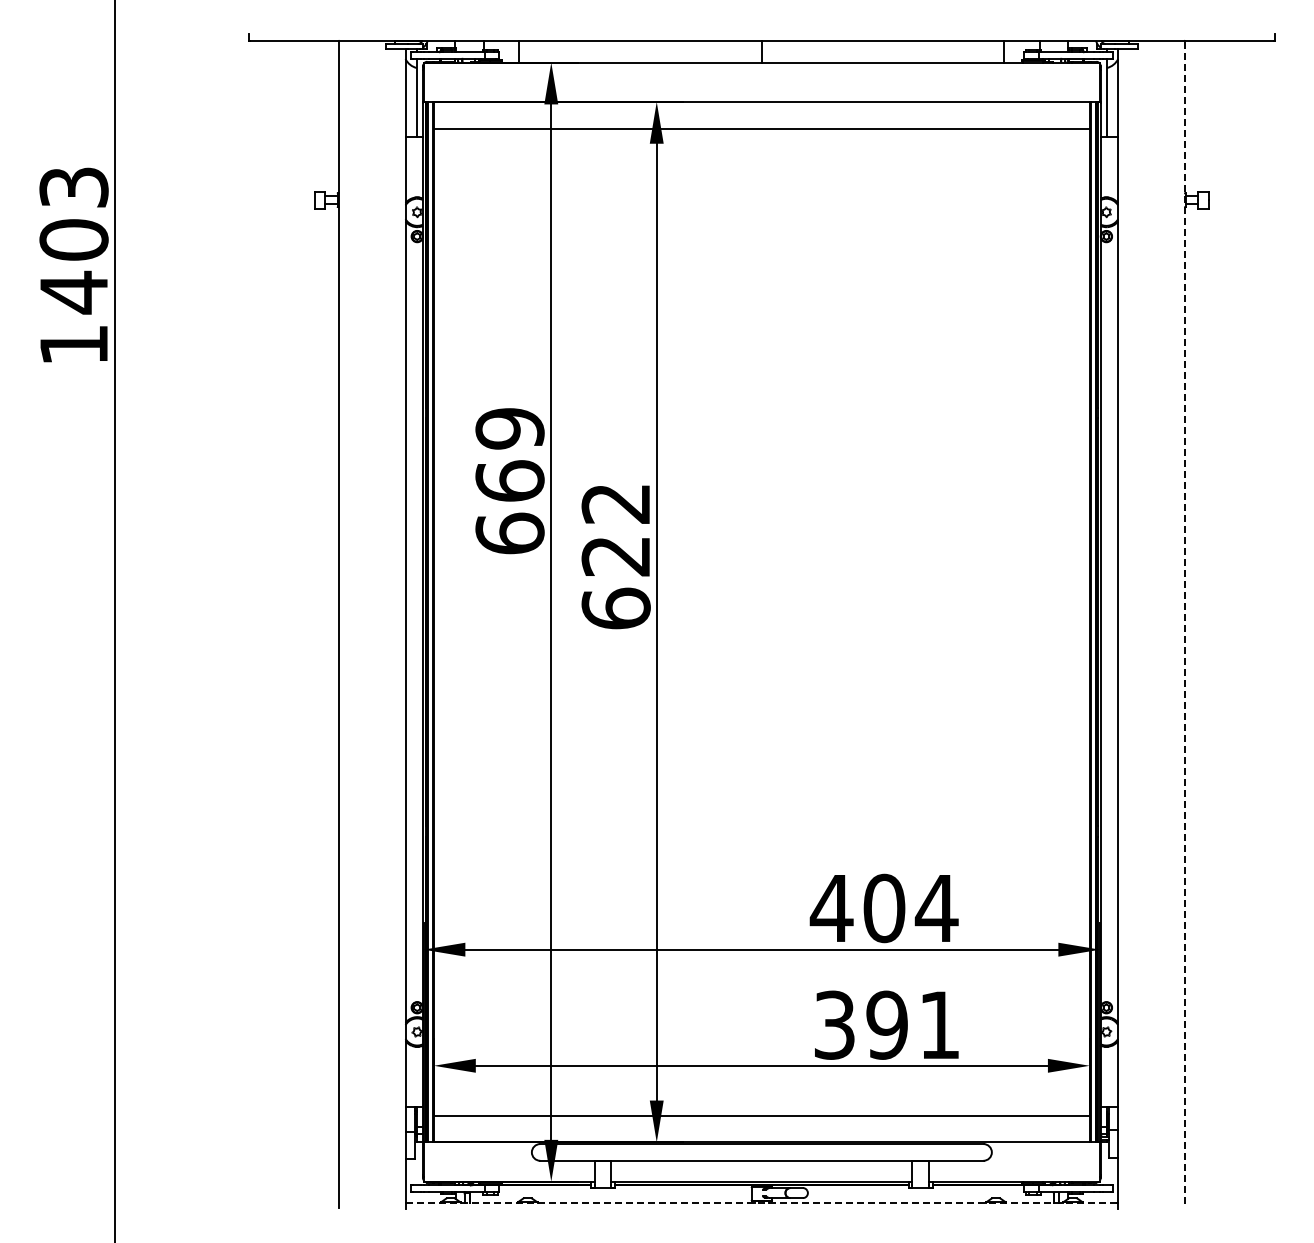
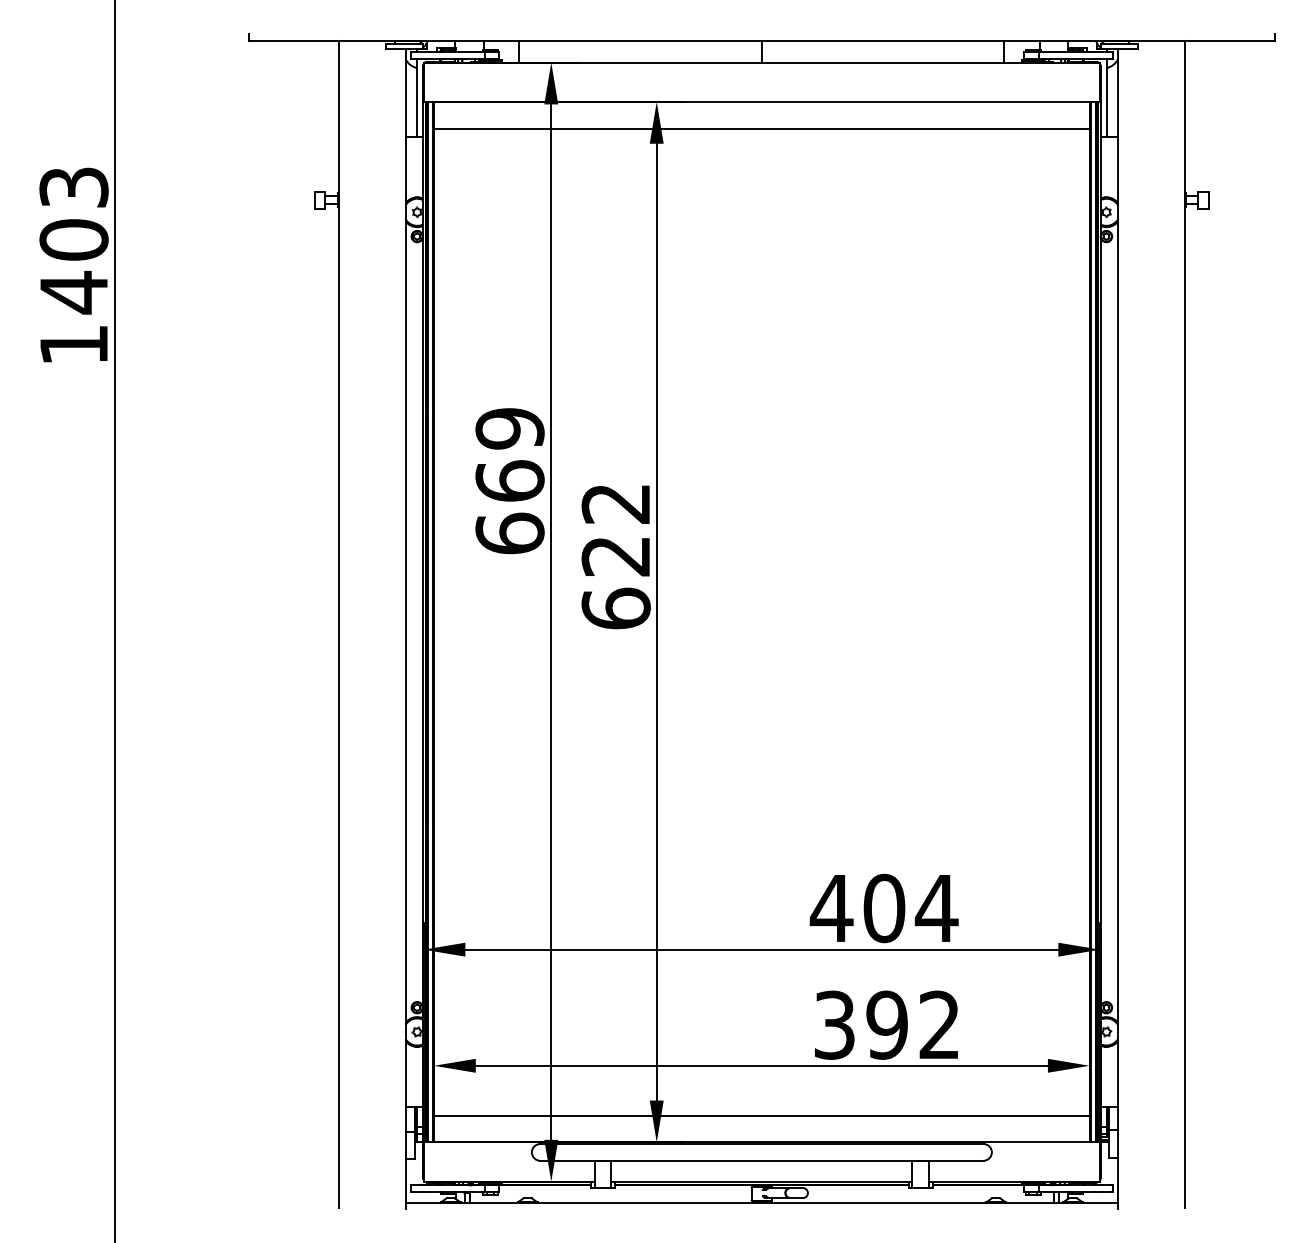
line at (1185, 625): dashed -> solid
text at (938, 1024): 391 -> 392
line at (762, 1202): dashed -> solid
